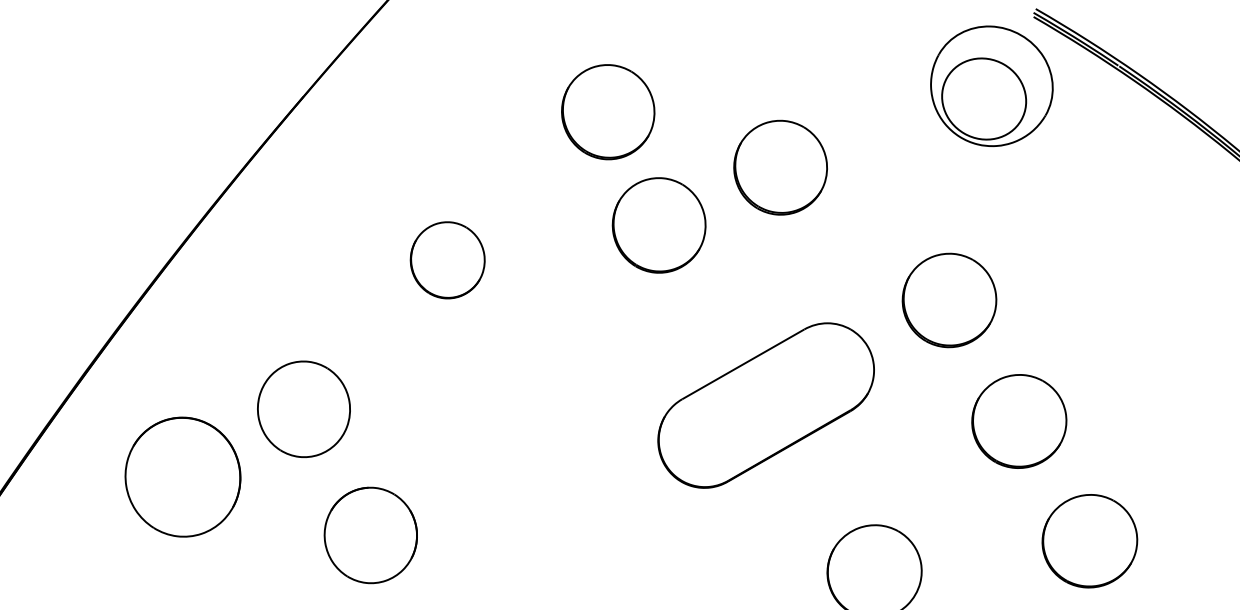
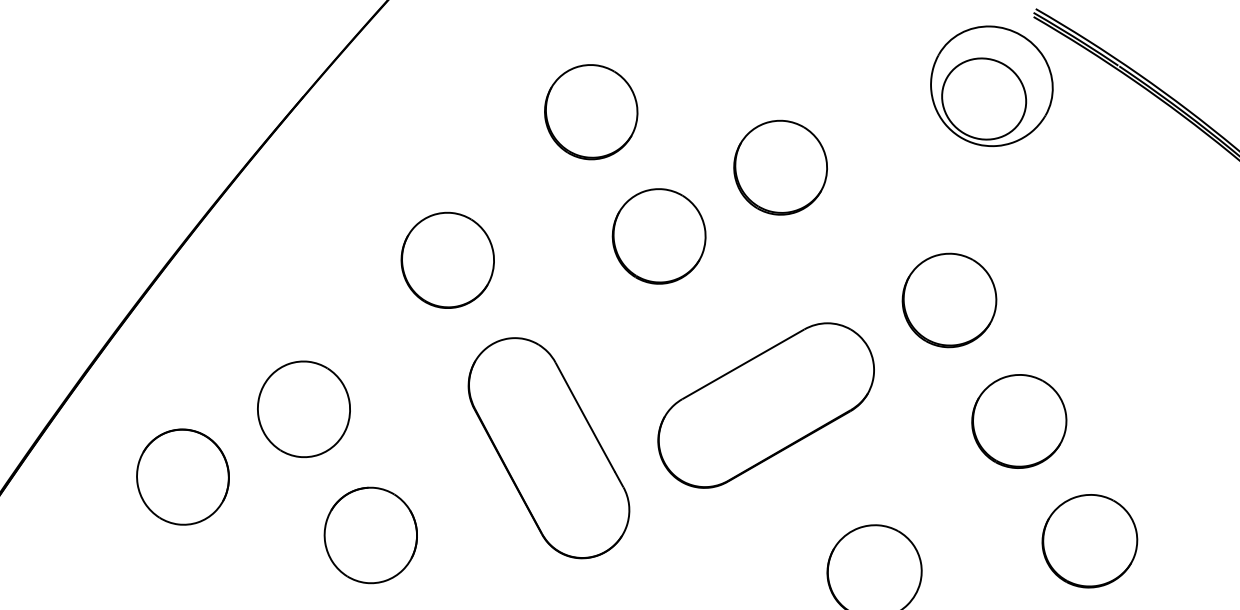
part at (608, 112) position: (608, 112) -> (591, 112)
part at (658, 225) position: (658, 225) -> (658, 236)
part at (447, 260) size: 77x79 px -> 95x98 px
part at (548, 448): none -> present
part at (182, 476) size: 118x122 px -> 94x98 px
